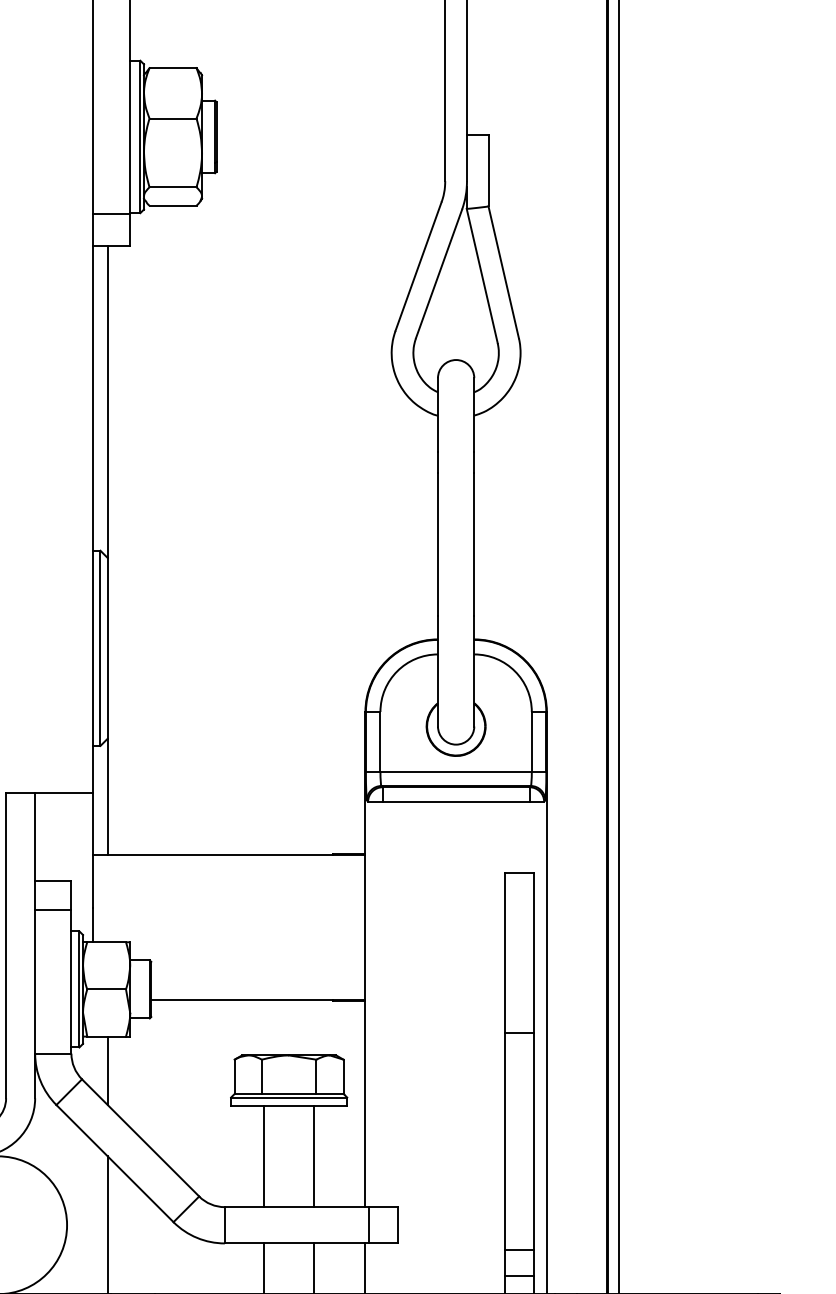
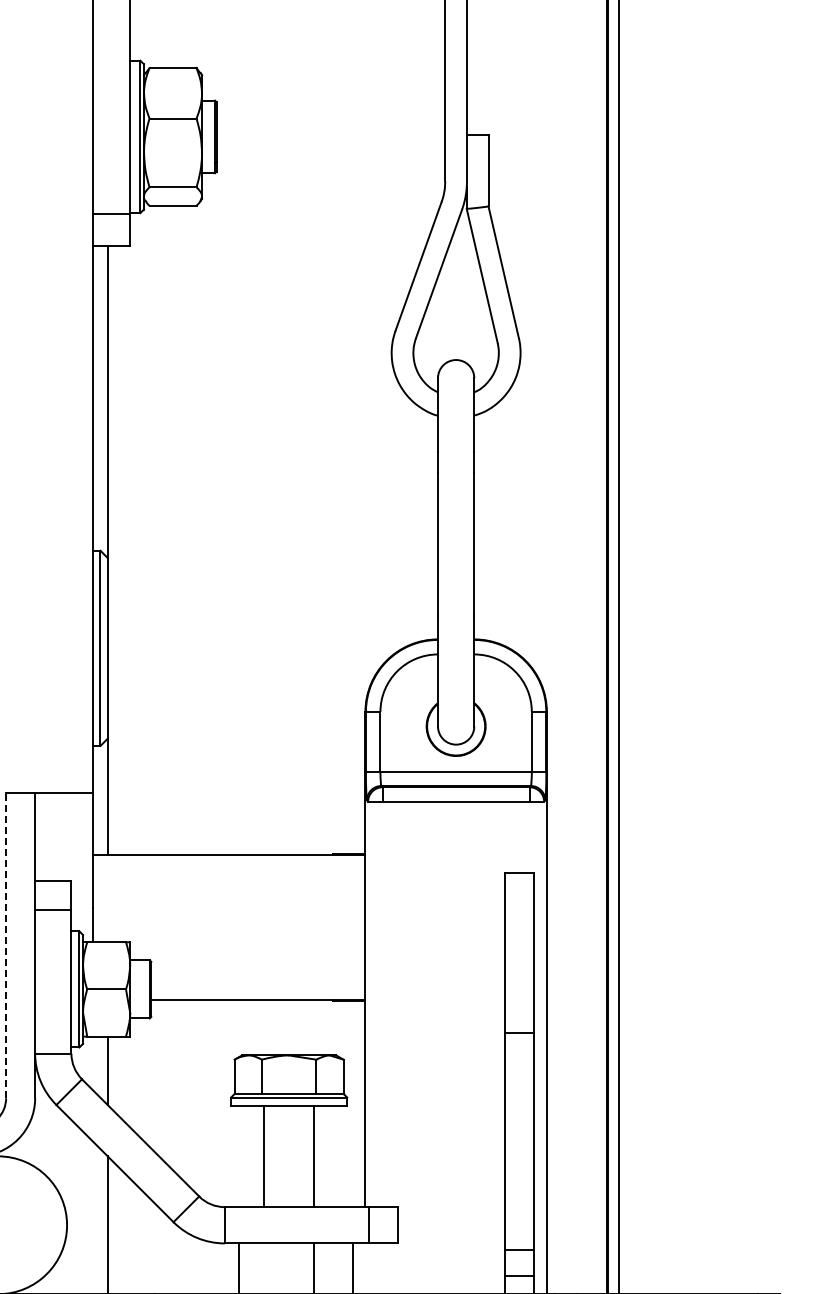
line at (6, 945): solid -> dashed
line at (264, 1266) position: (264, 1266) -> (239, 1266)
line at (365, 1266) position: (365, 1266) -> (353, 1266)
